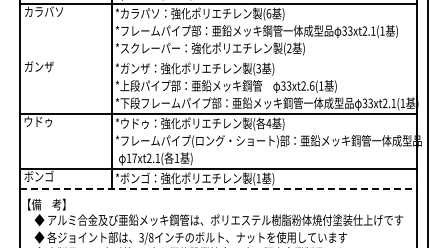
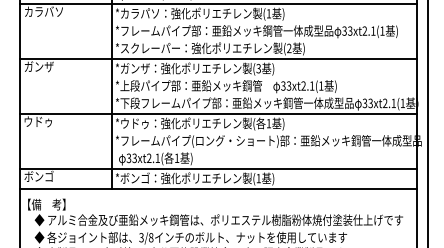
text at (268, 13): (6 -> (1
line at (217, 59): none -> present
text at (312, 85): 33xt2.6(1 -> 33xt2.1(1
text at (268, 123): 4 -> 1
text at (131, 158): 17xt2.1( -> 33xt2.1(
line at (218, 189): dashed -> solid
